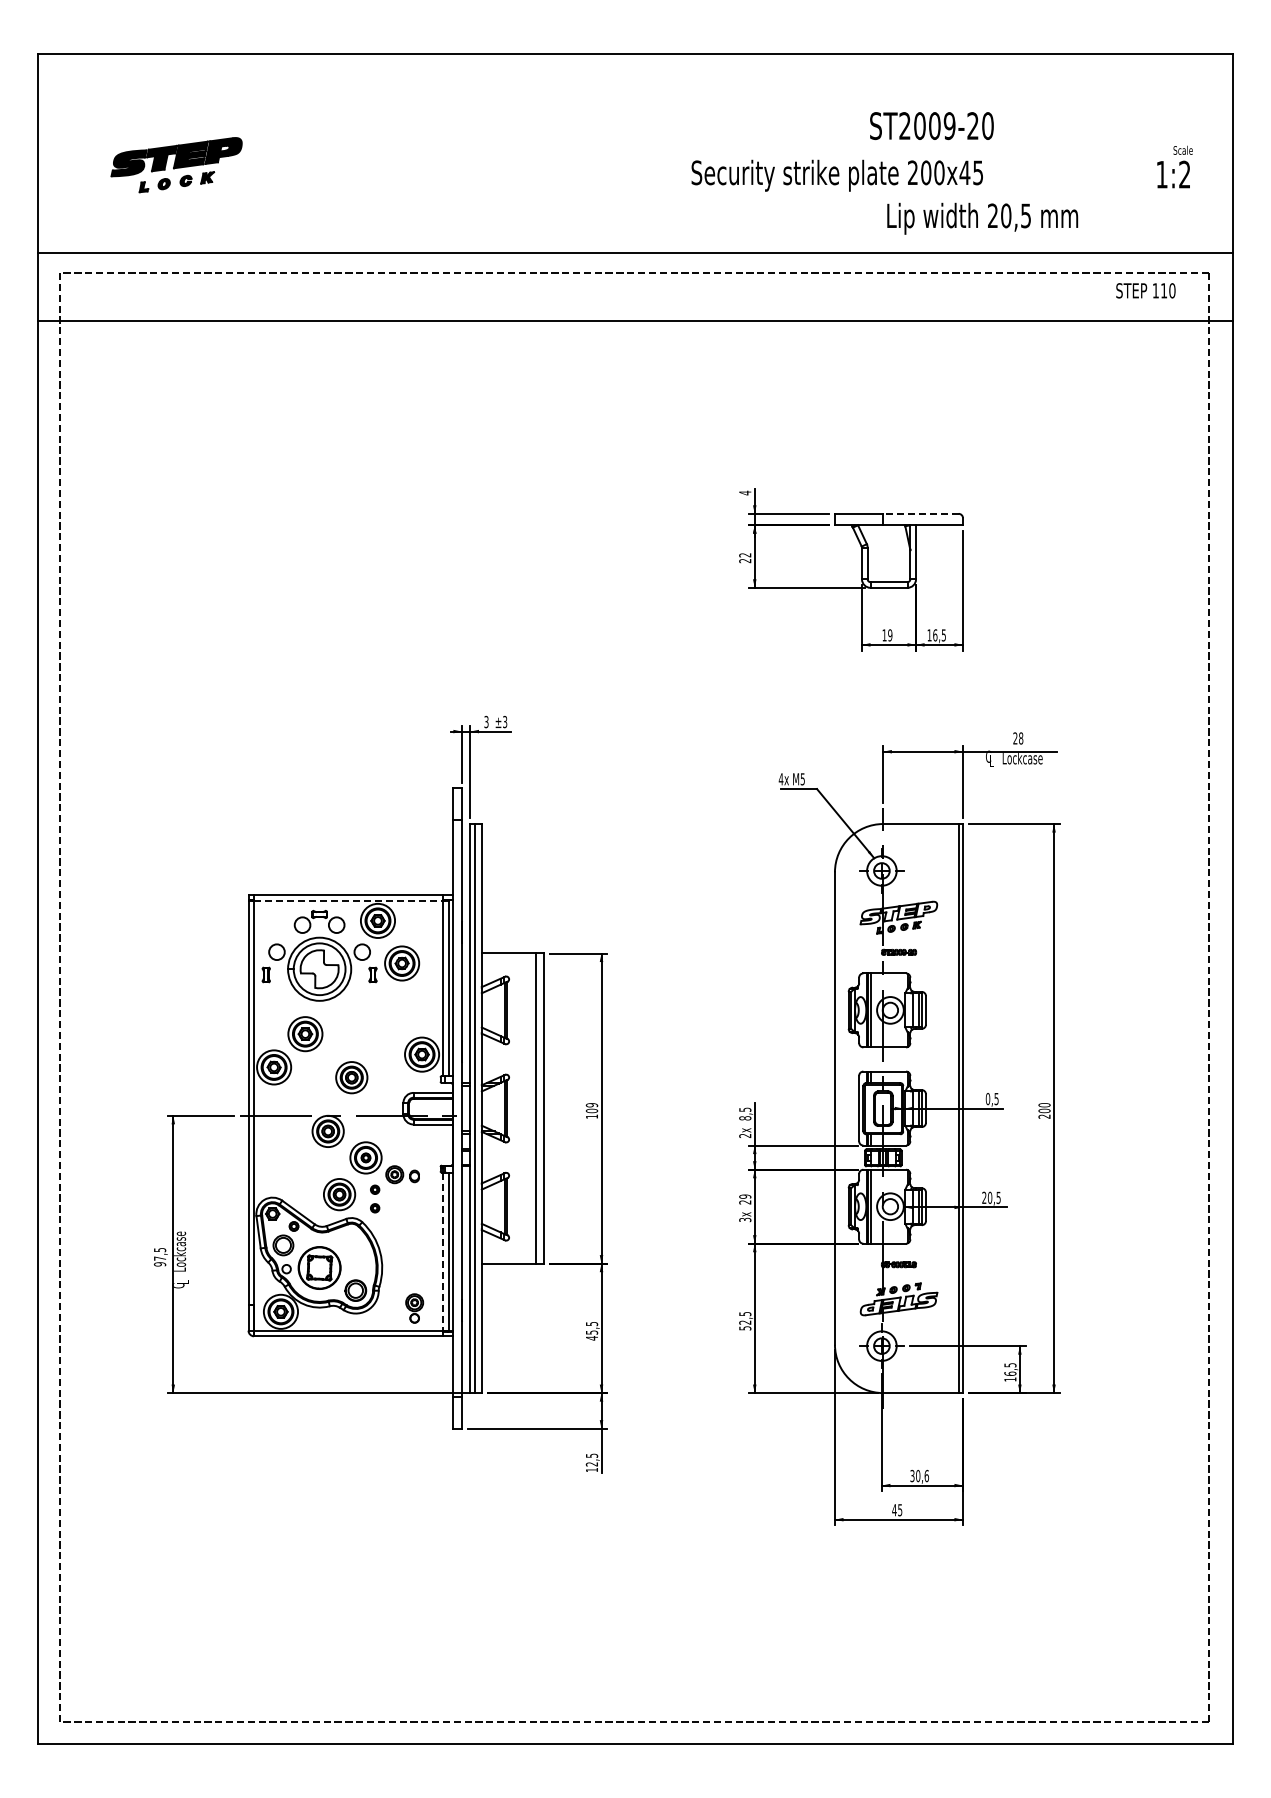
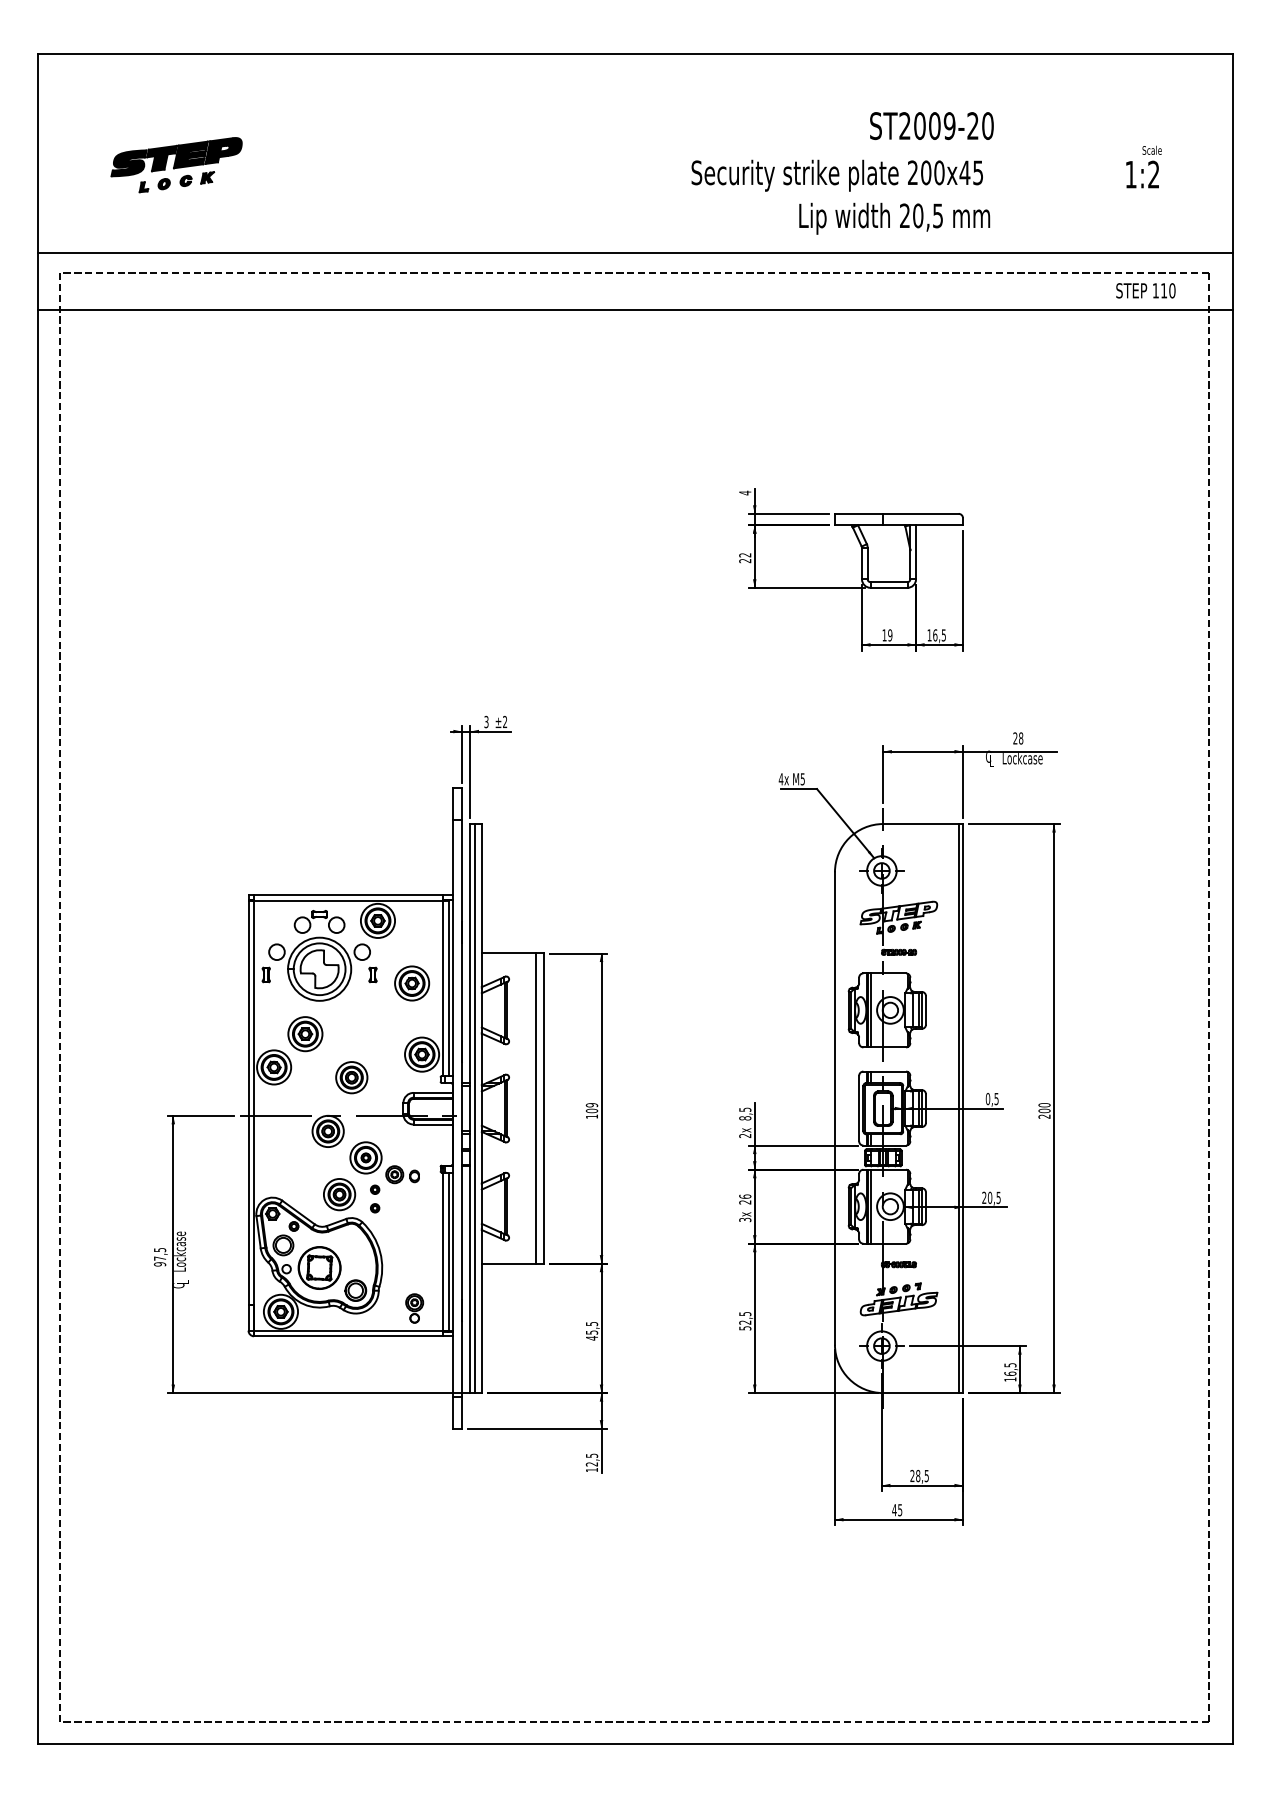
text at (1174, 166) position: (1174, 166) -> (1143, 166)
text at (982, 218) position: (982, 218) -> (894, 218)
line at (635, 321) position: (635, 321) -> (635, 310)
line at (921, 513): dashed -> solid
text at (505, 722): ±3 -> ±2
line at (348, 901): dashed -> solid
part at (402, 963) position: (402, 963) -> (412, 983)
text at (745, 1196): 29 -> 26
line at (443, 1251): dashed -> solid
text at (919, 1475): 30,6 -> 28,5
